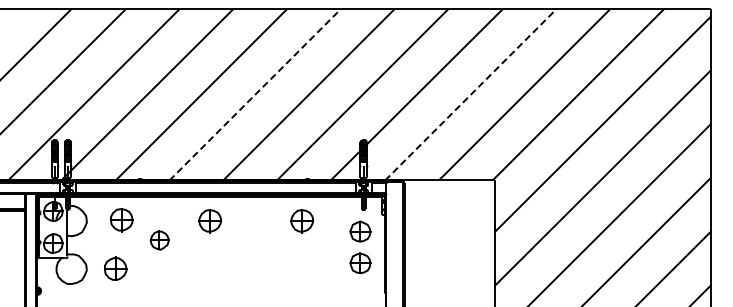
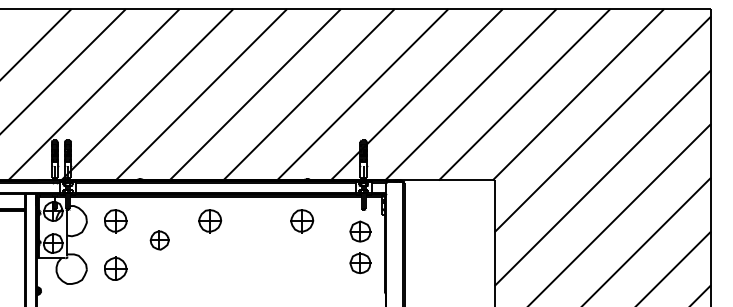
line at (255, 94): dashed -> solid
line at (471, 94): dashed -> solid
part at (121, 220) position: (121, 220) -> (115, 221)
